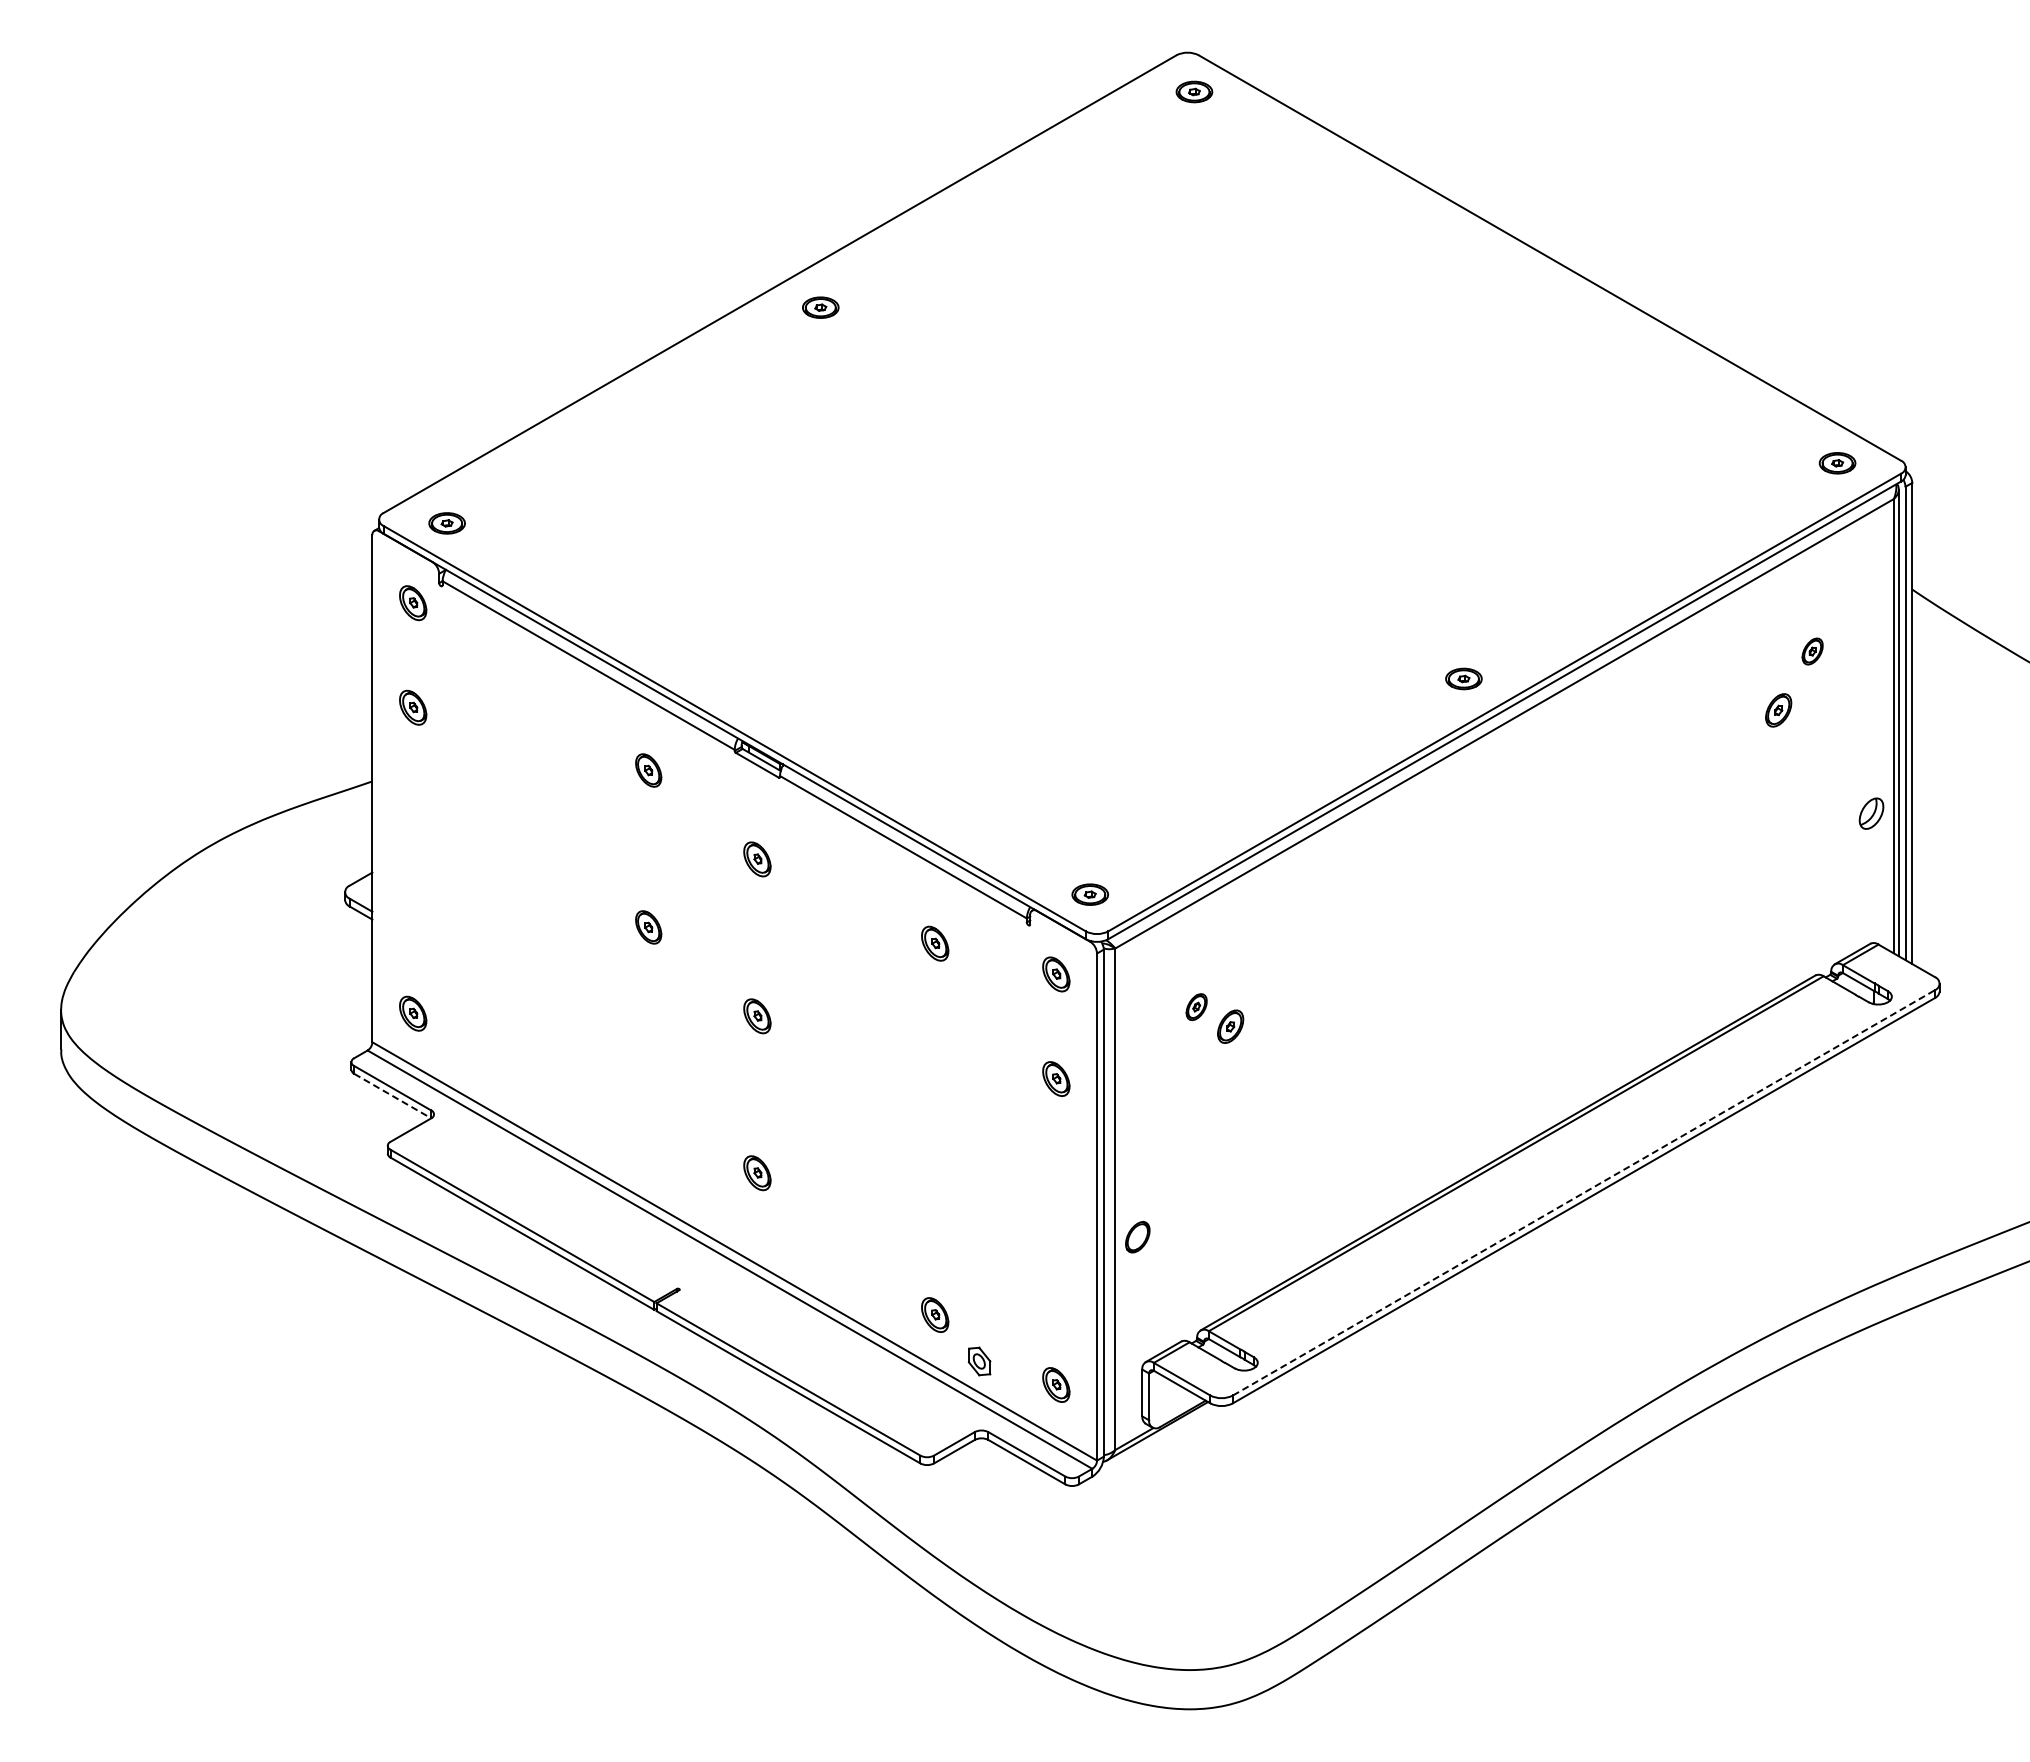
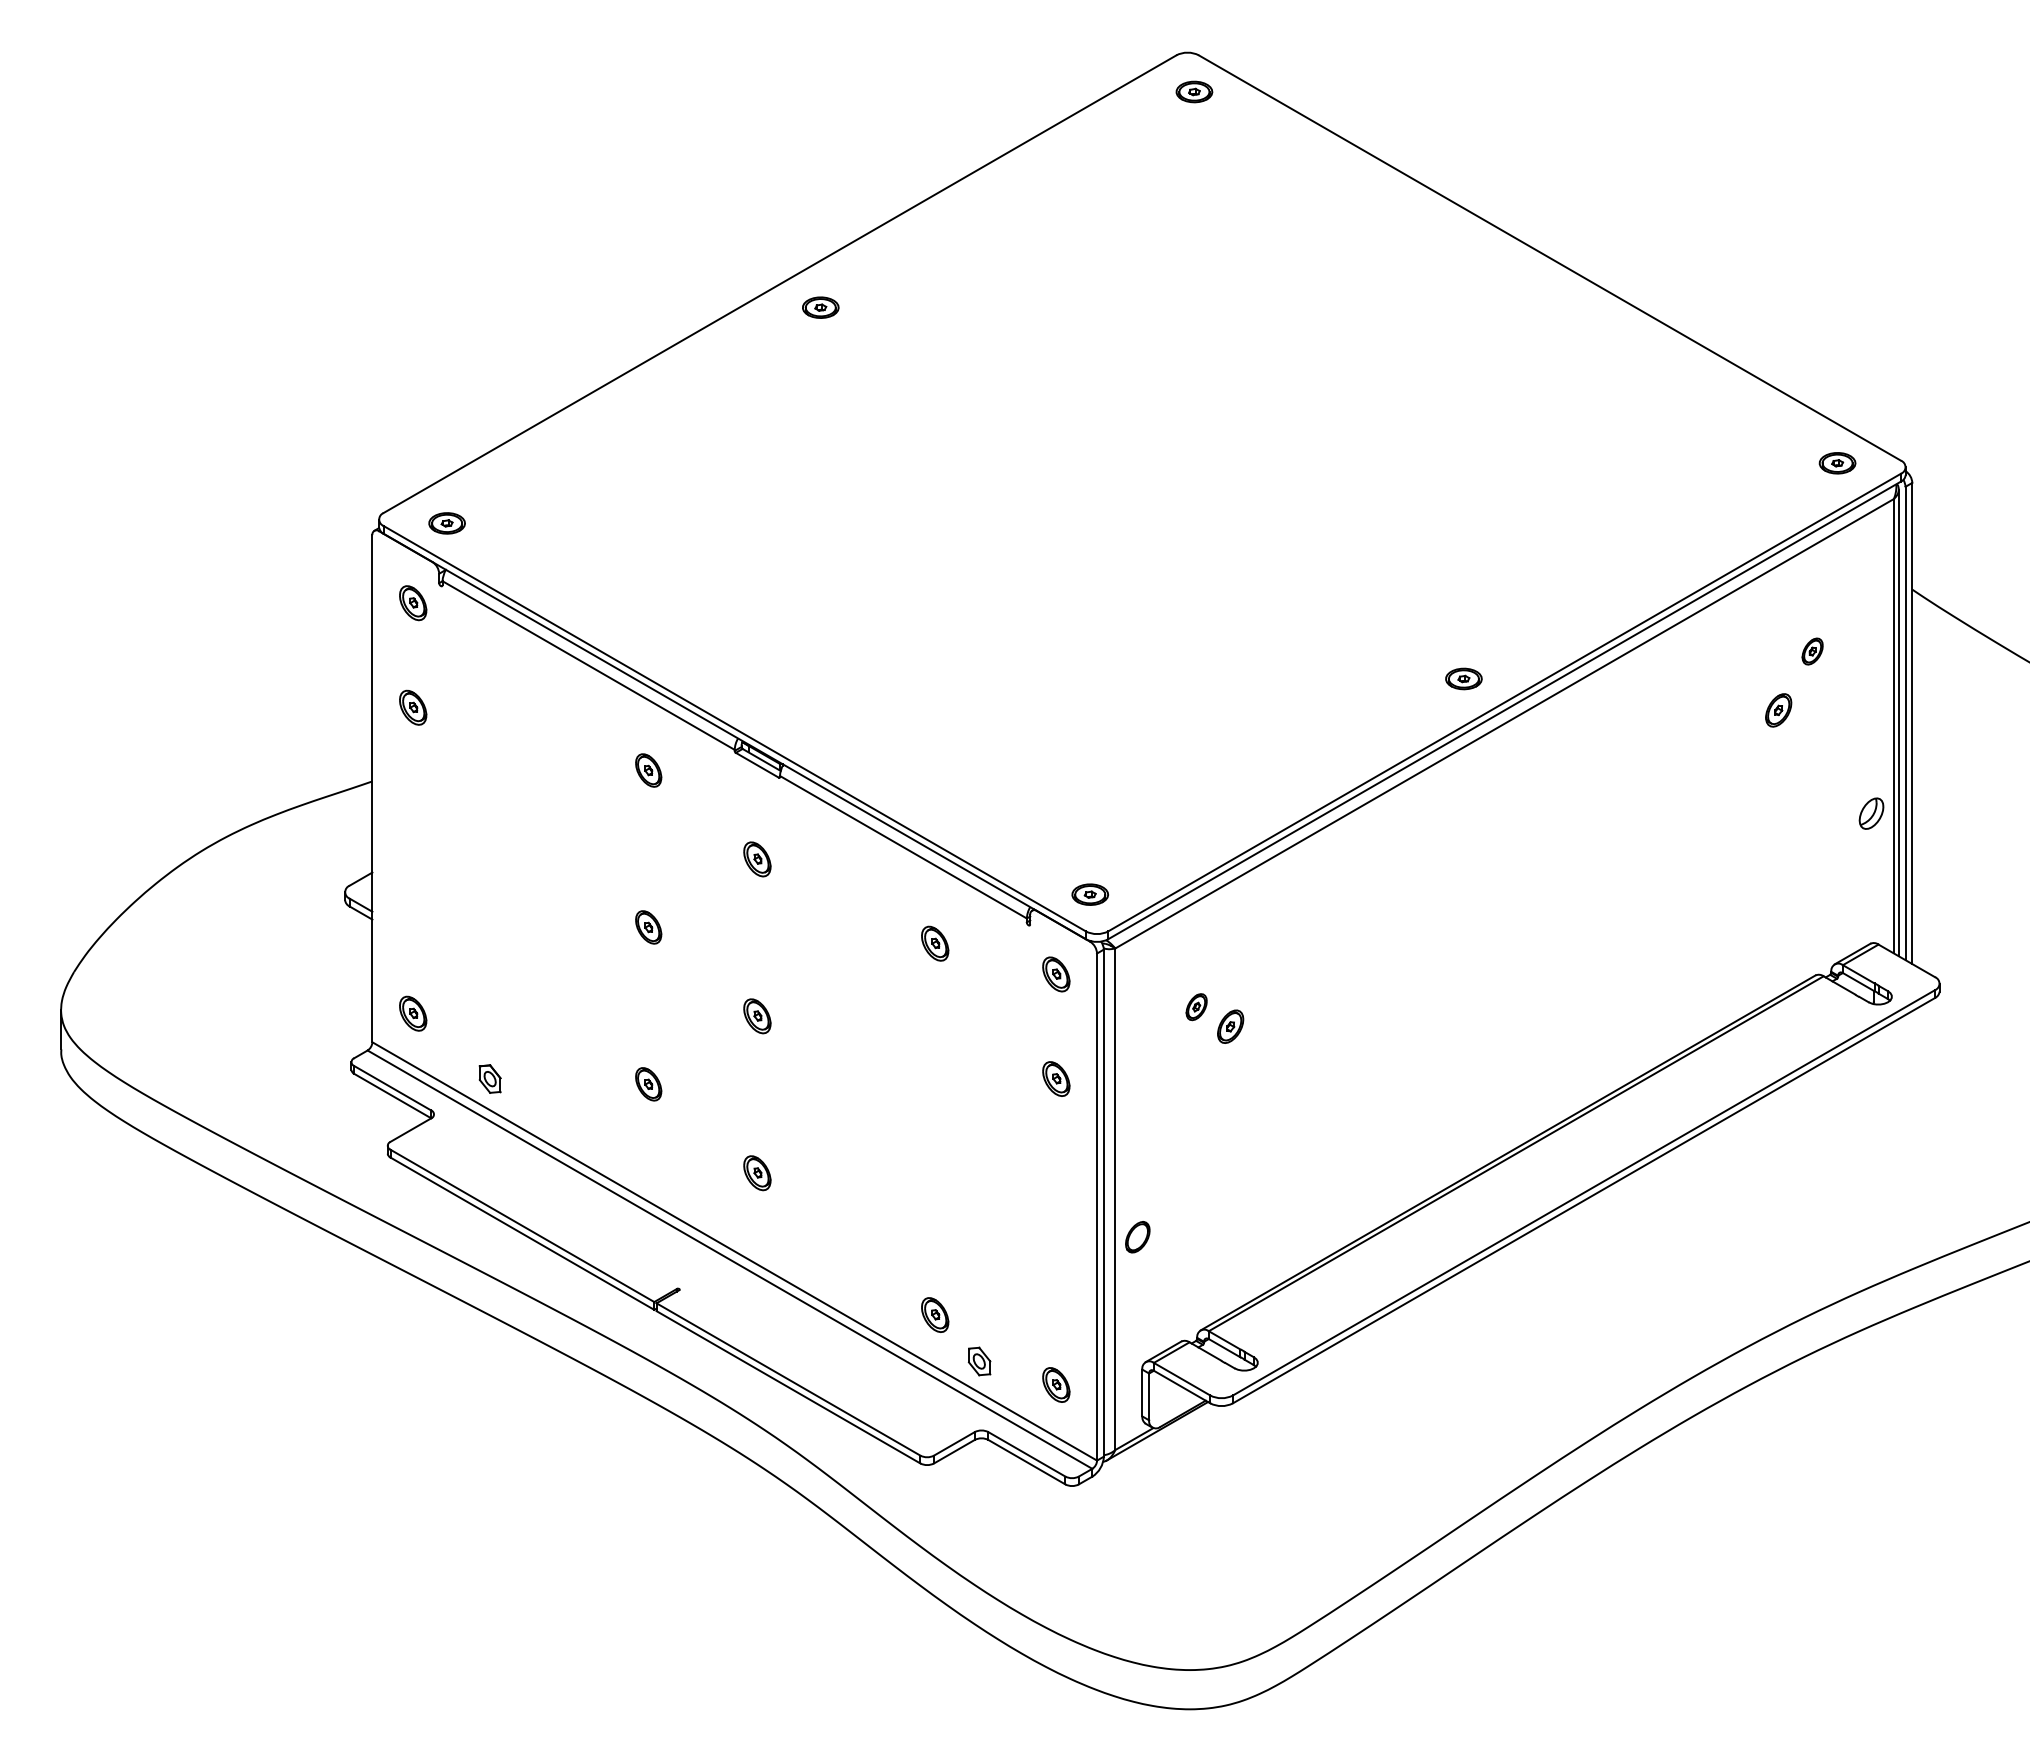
part at (489, 1078): none -> present
part at (648, 1084): none -> present
line at (393, 1096): dashed -> solid
line at (1584, 1192): dashed -> solid
